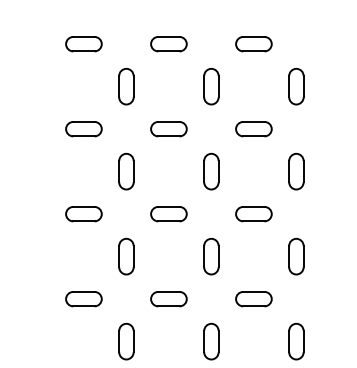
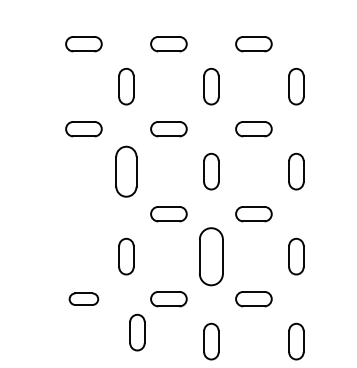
part at (126, 171) size: 17x39 px -> 23x53 px
part at (83, 214): present -> none
part at (211, 256) size: 17x39 px -> 25x60 px
part at (83, 299) size: 38x17 px -> 32x14 px
part at (126, 341) position: (126, 341) -> (137, 332)
